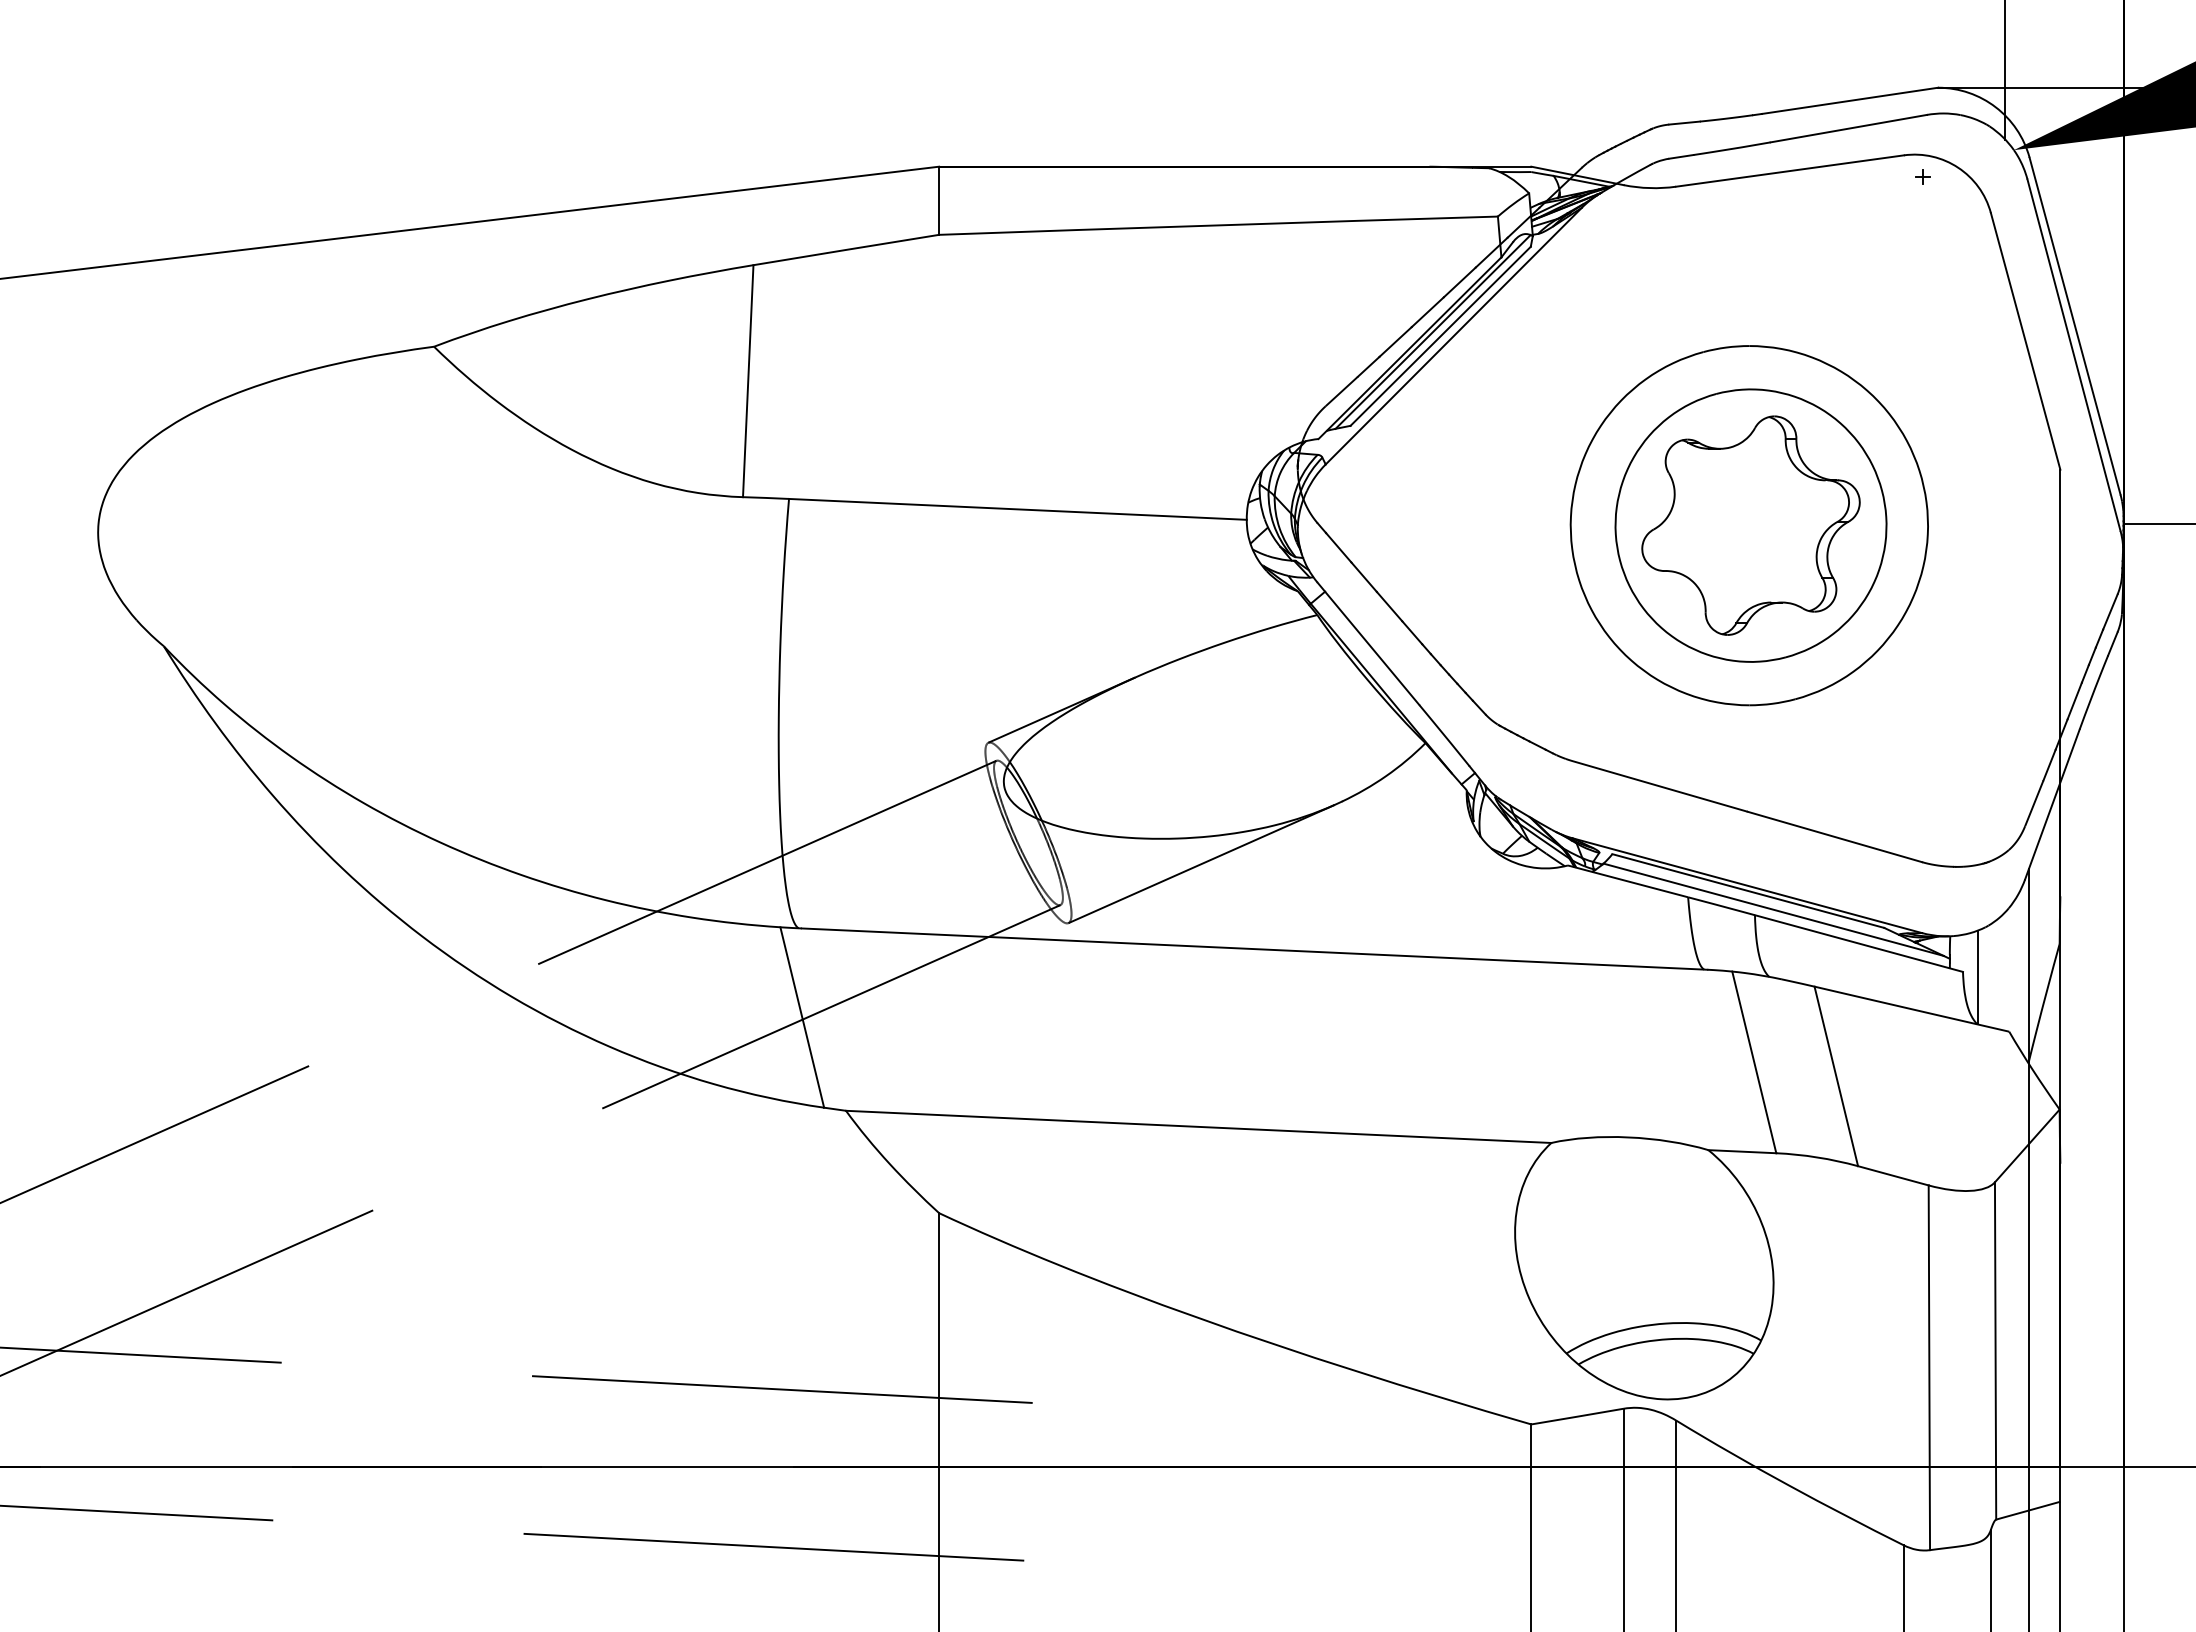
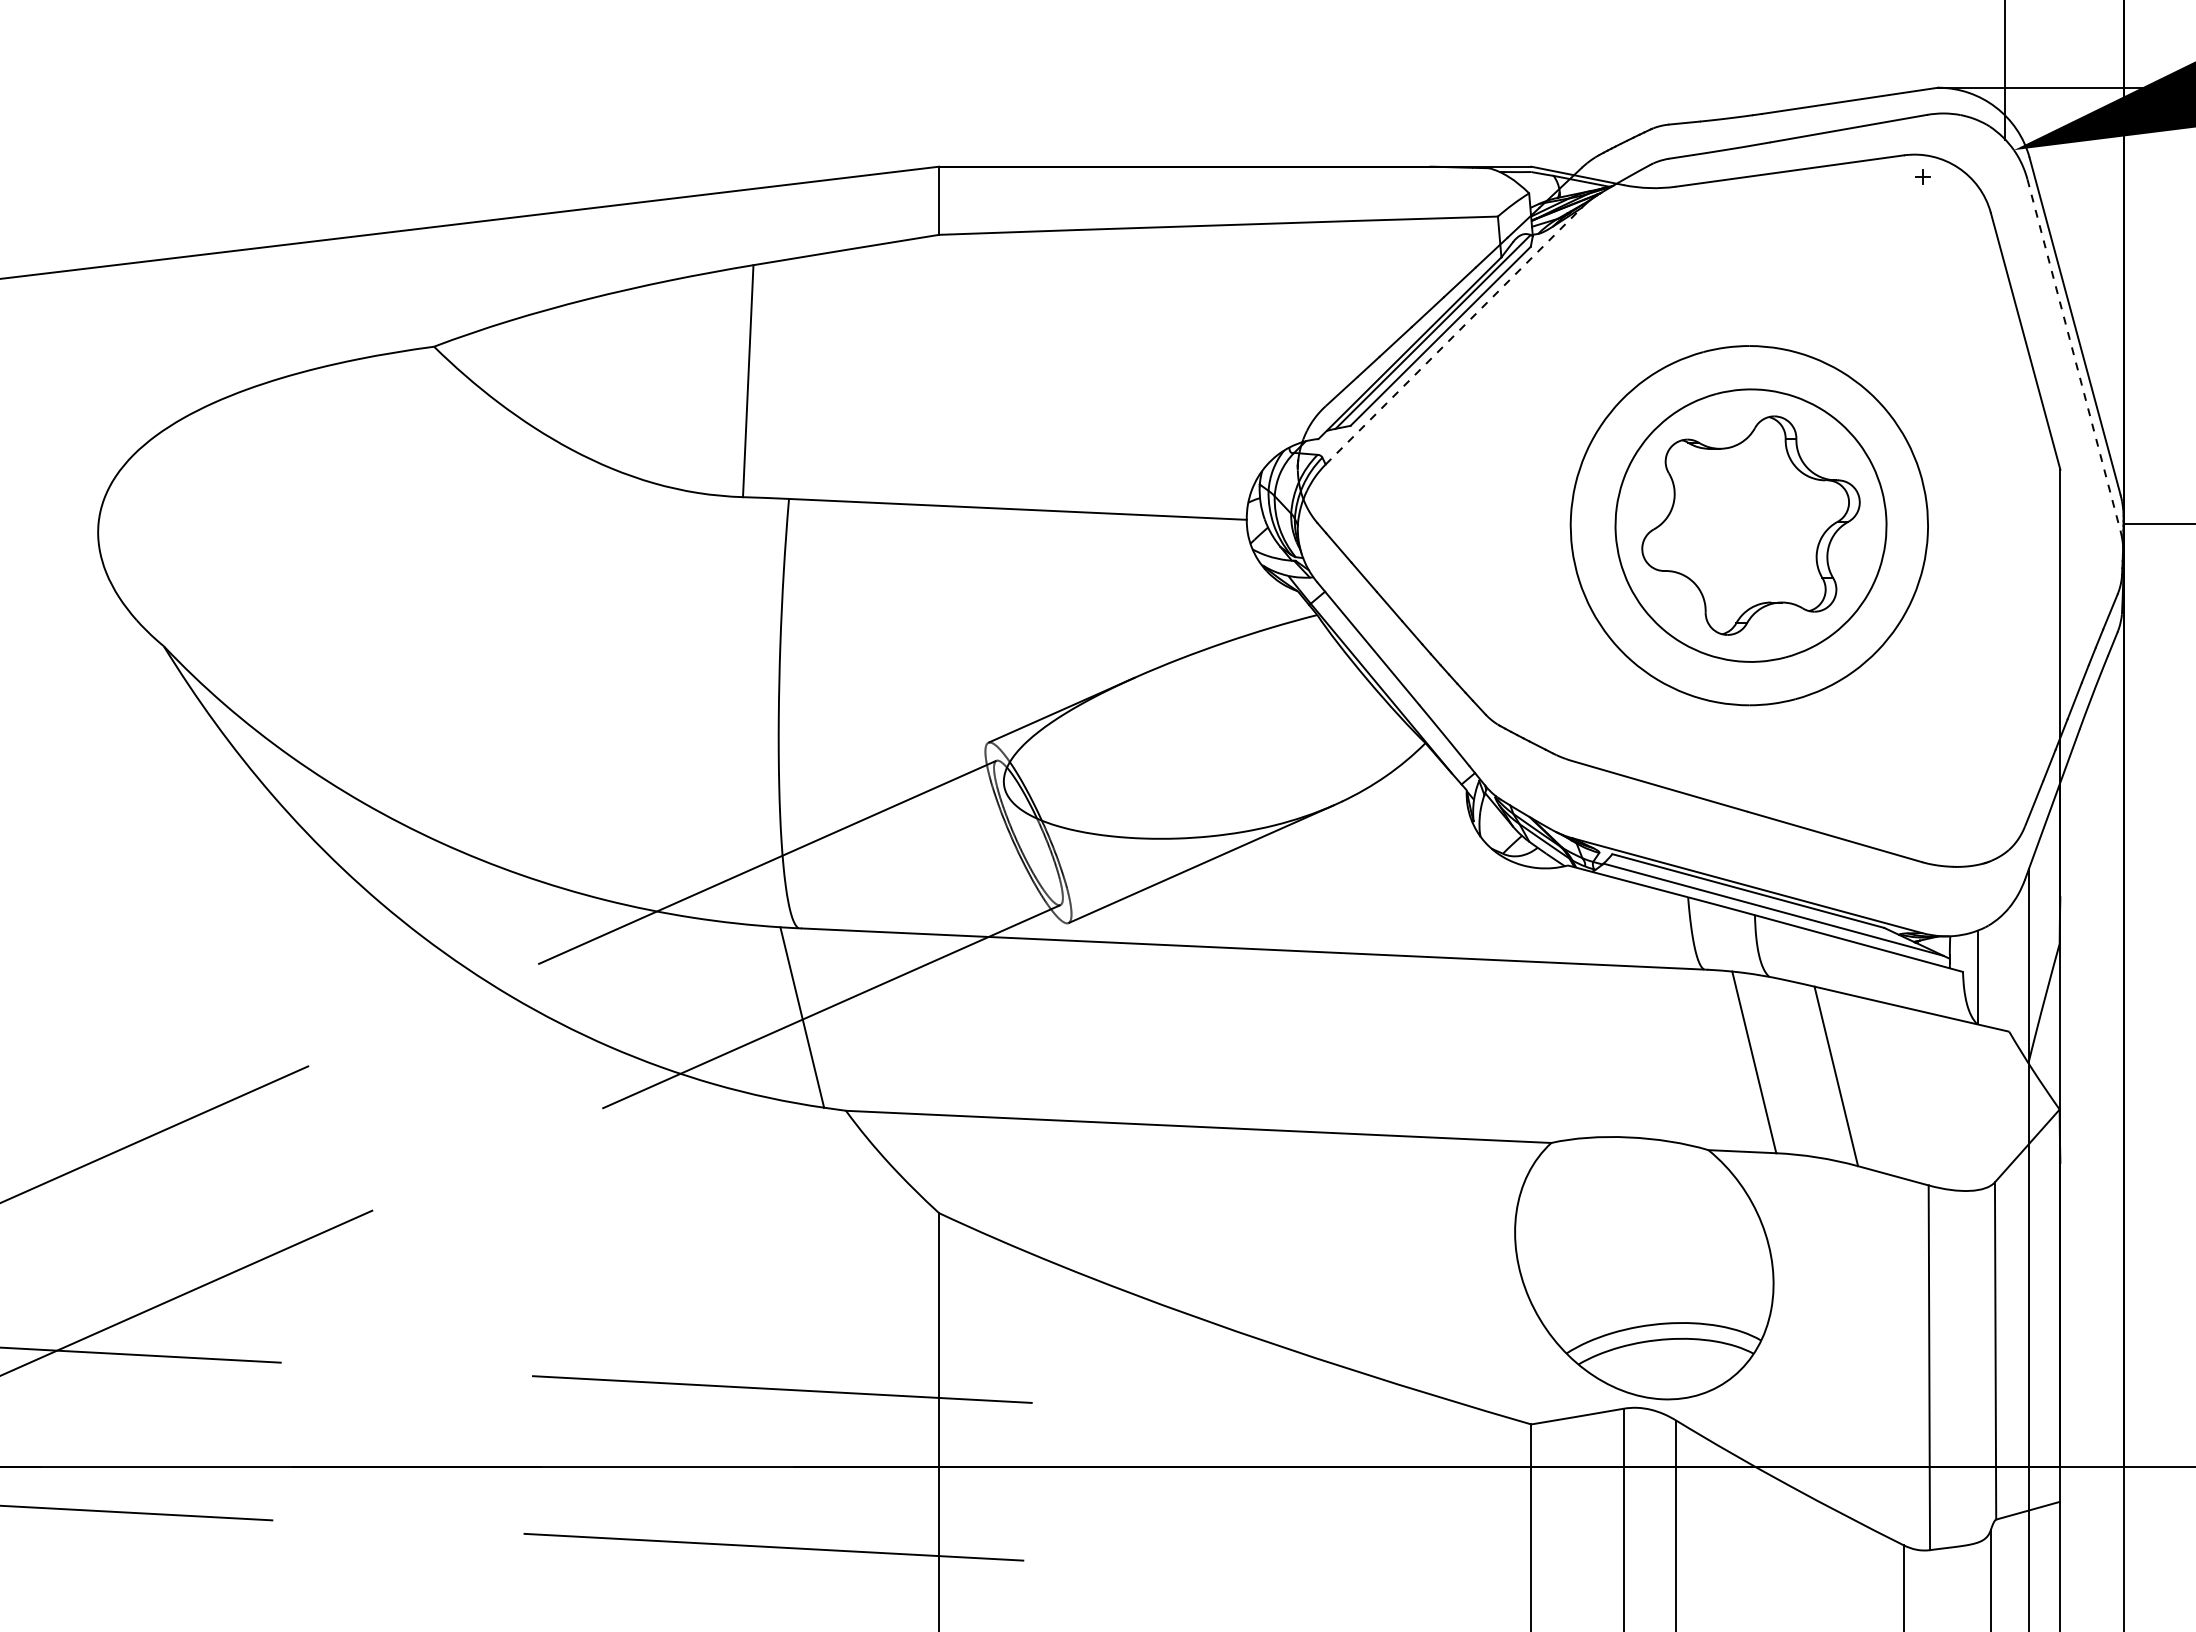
line at (1454, 335): solid -> dashed
line at (2073, 355): solid -> dashed
